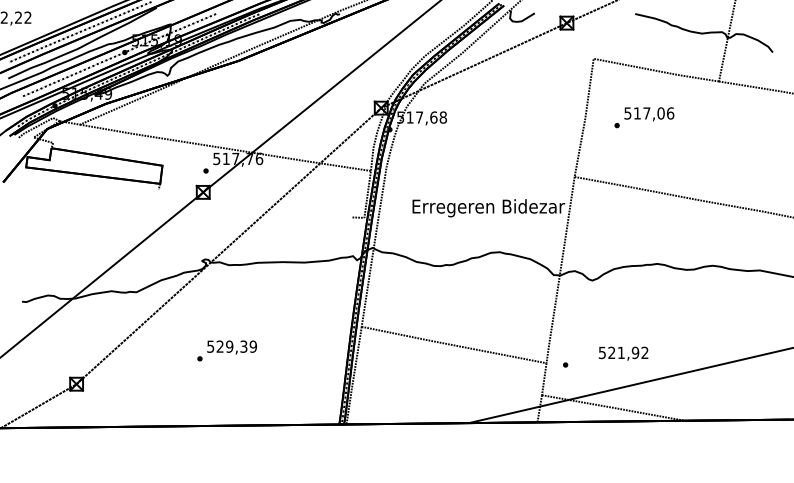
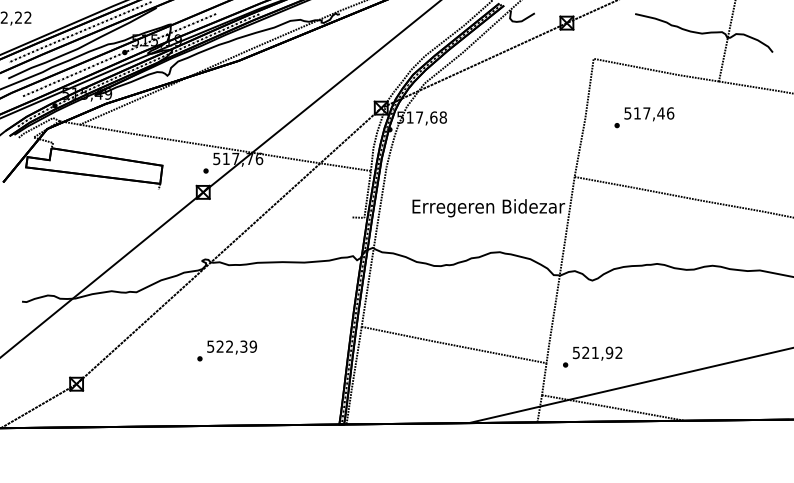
text at (660, 113): 517,06 -> 517,46
text at (229, 346): 529,39 -> 522,39
text at (623, 353) position: (623, 353) -> (597, 353)
